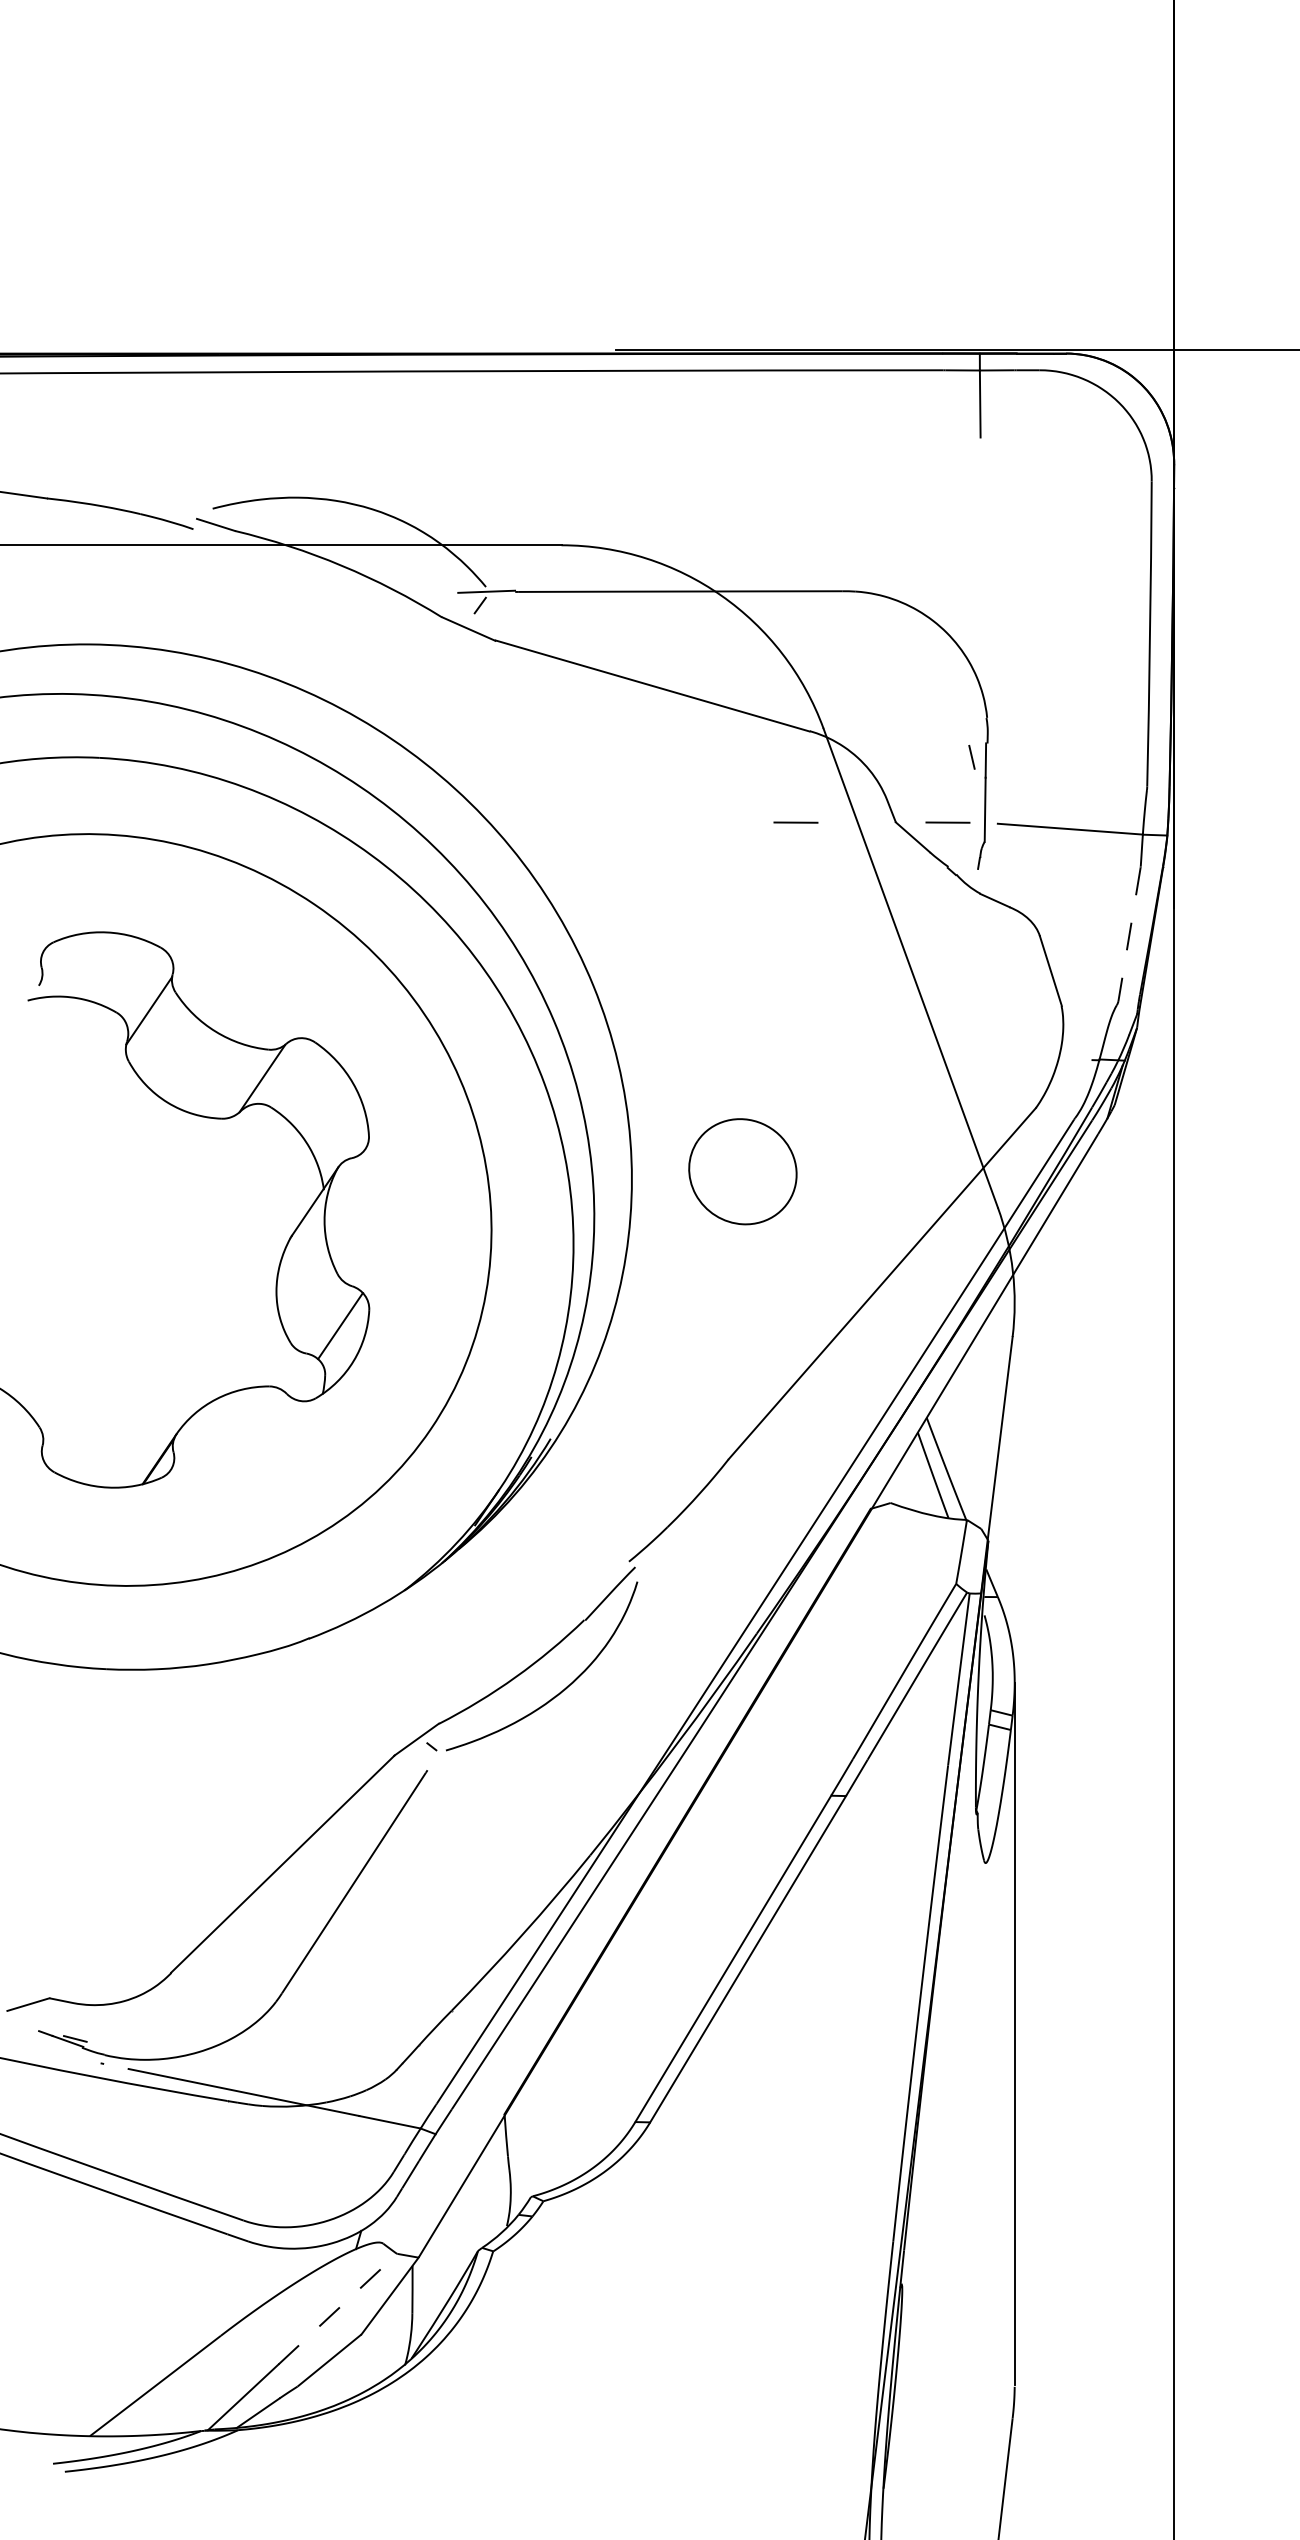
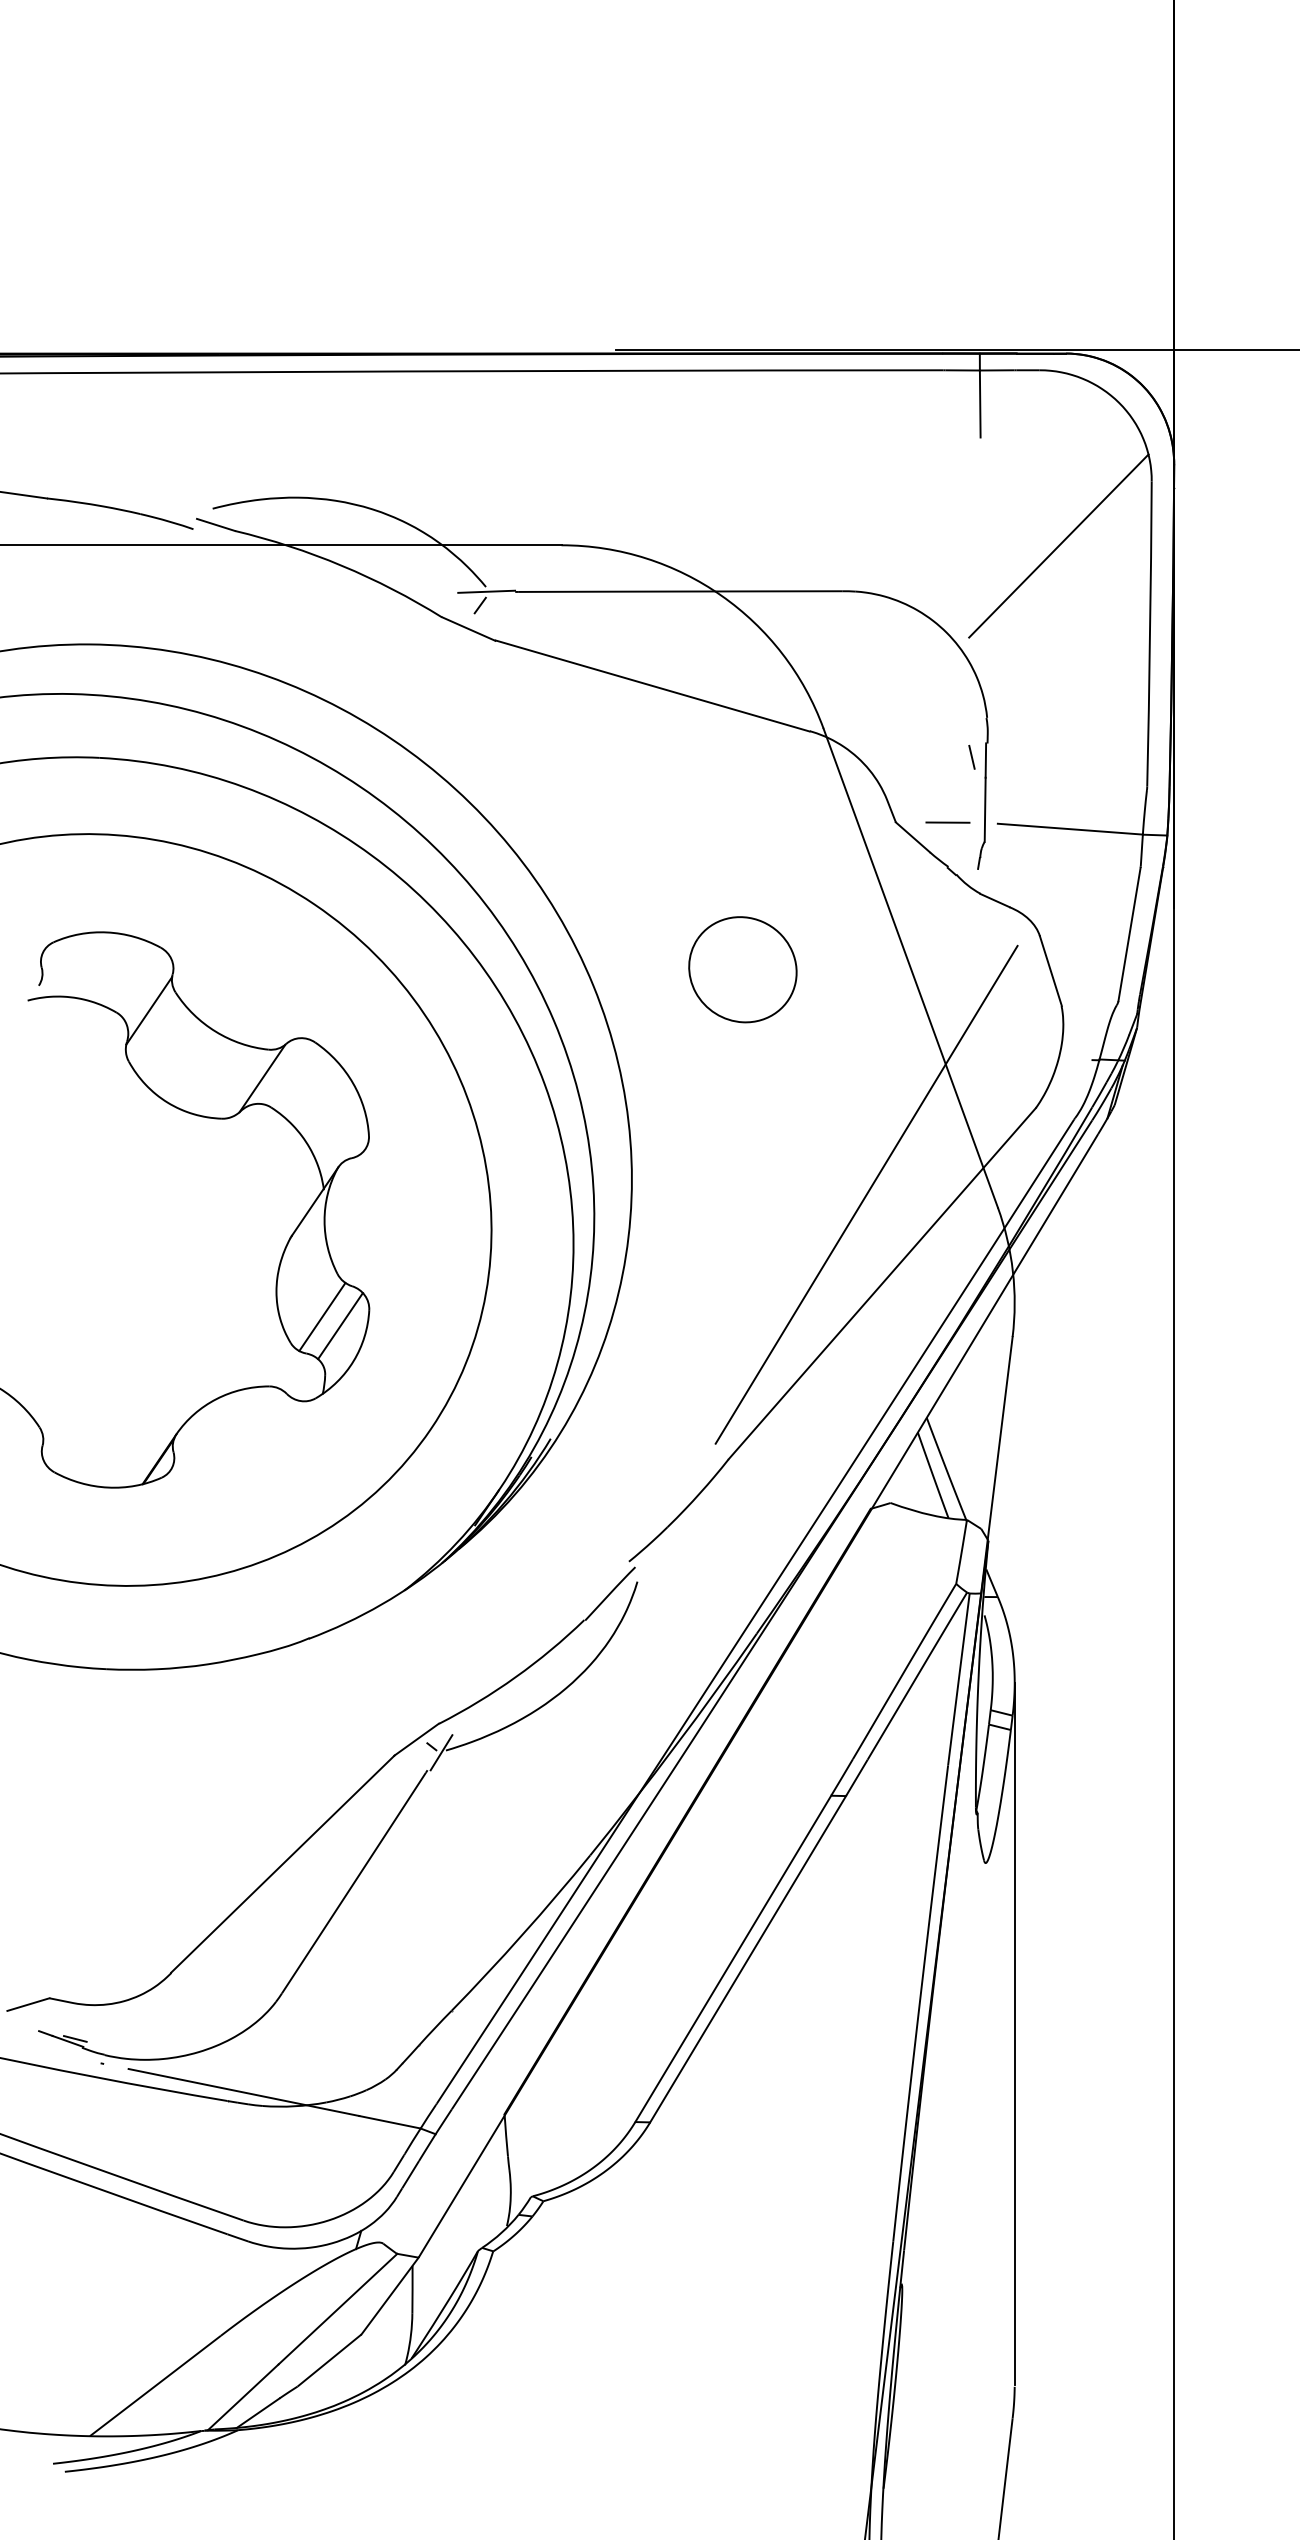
line at (1058, 545): none -> present
line at (795, 822): present -> none
line at (1129, 934): dashed -> solid
part at (742, 1171) position: (742, 1171) -> (742, 969)
line at (866, 1194): none -> present
line at (322, 1316): none -> present
line at (441, 1752): none -> present
line at (338, 2308): dashed -> solid
